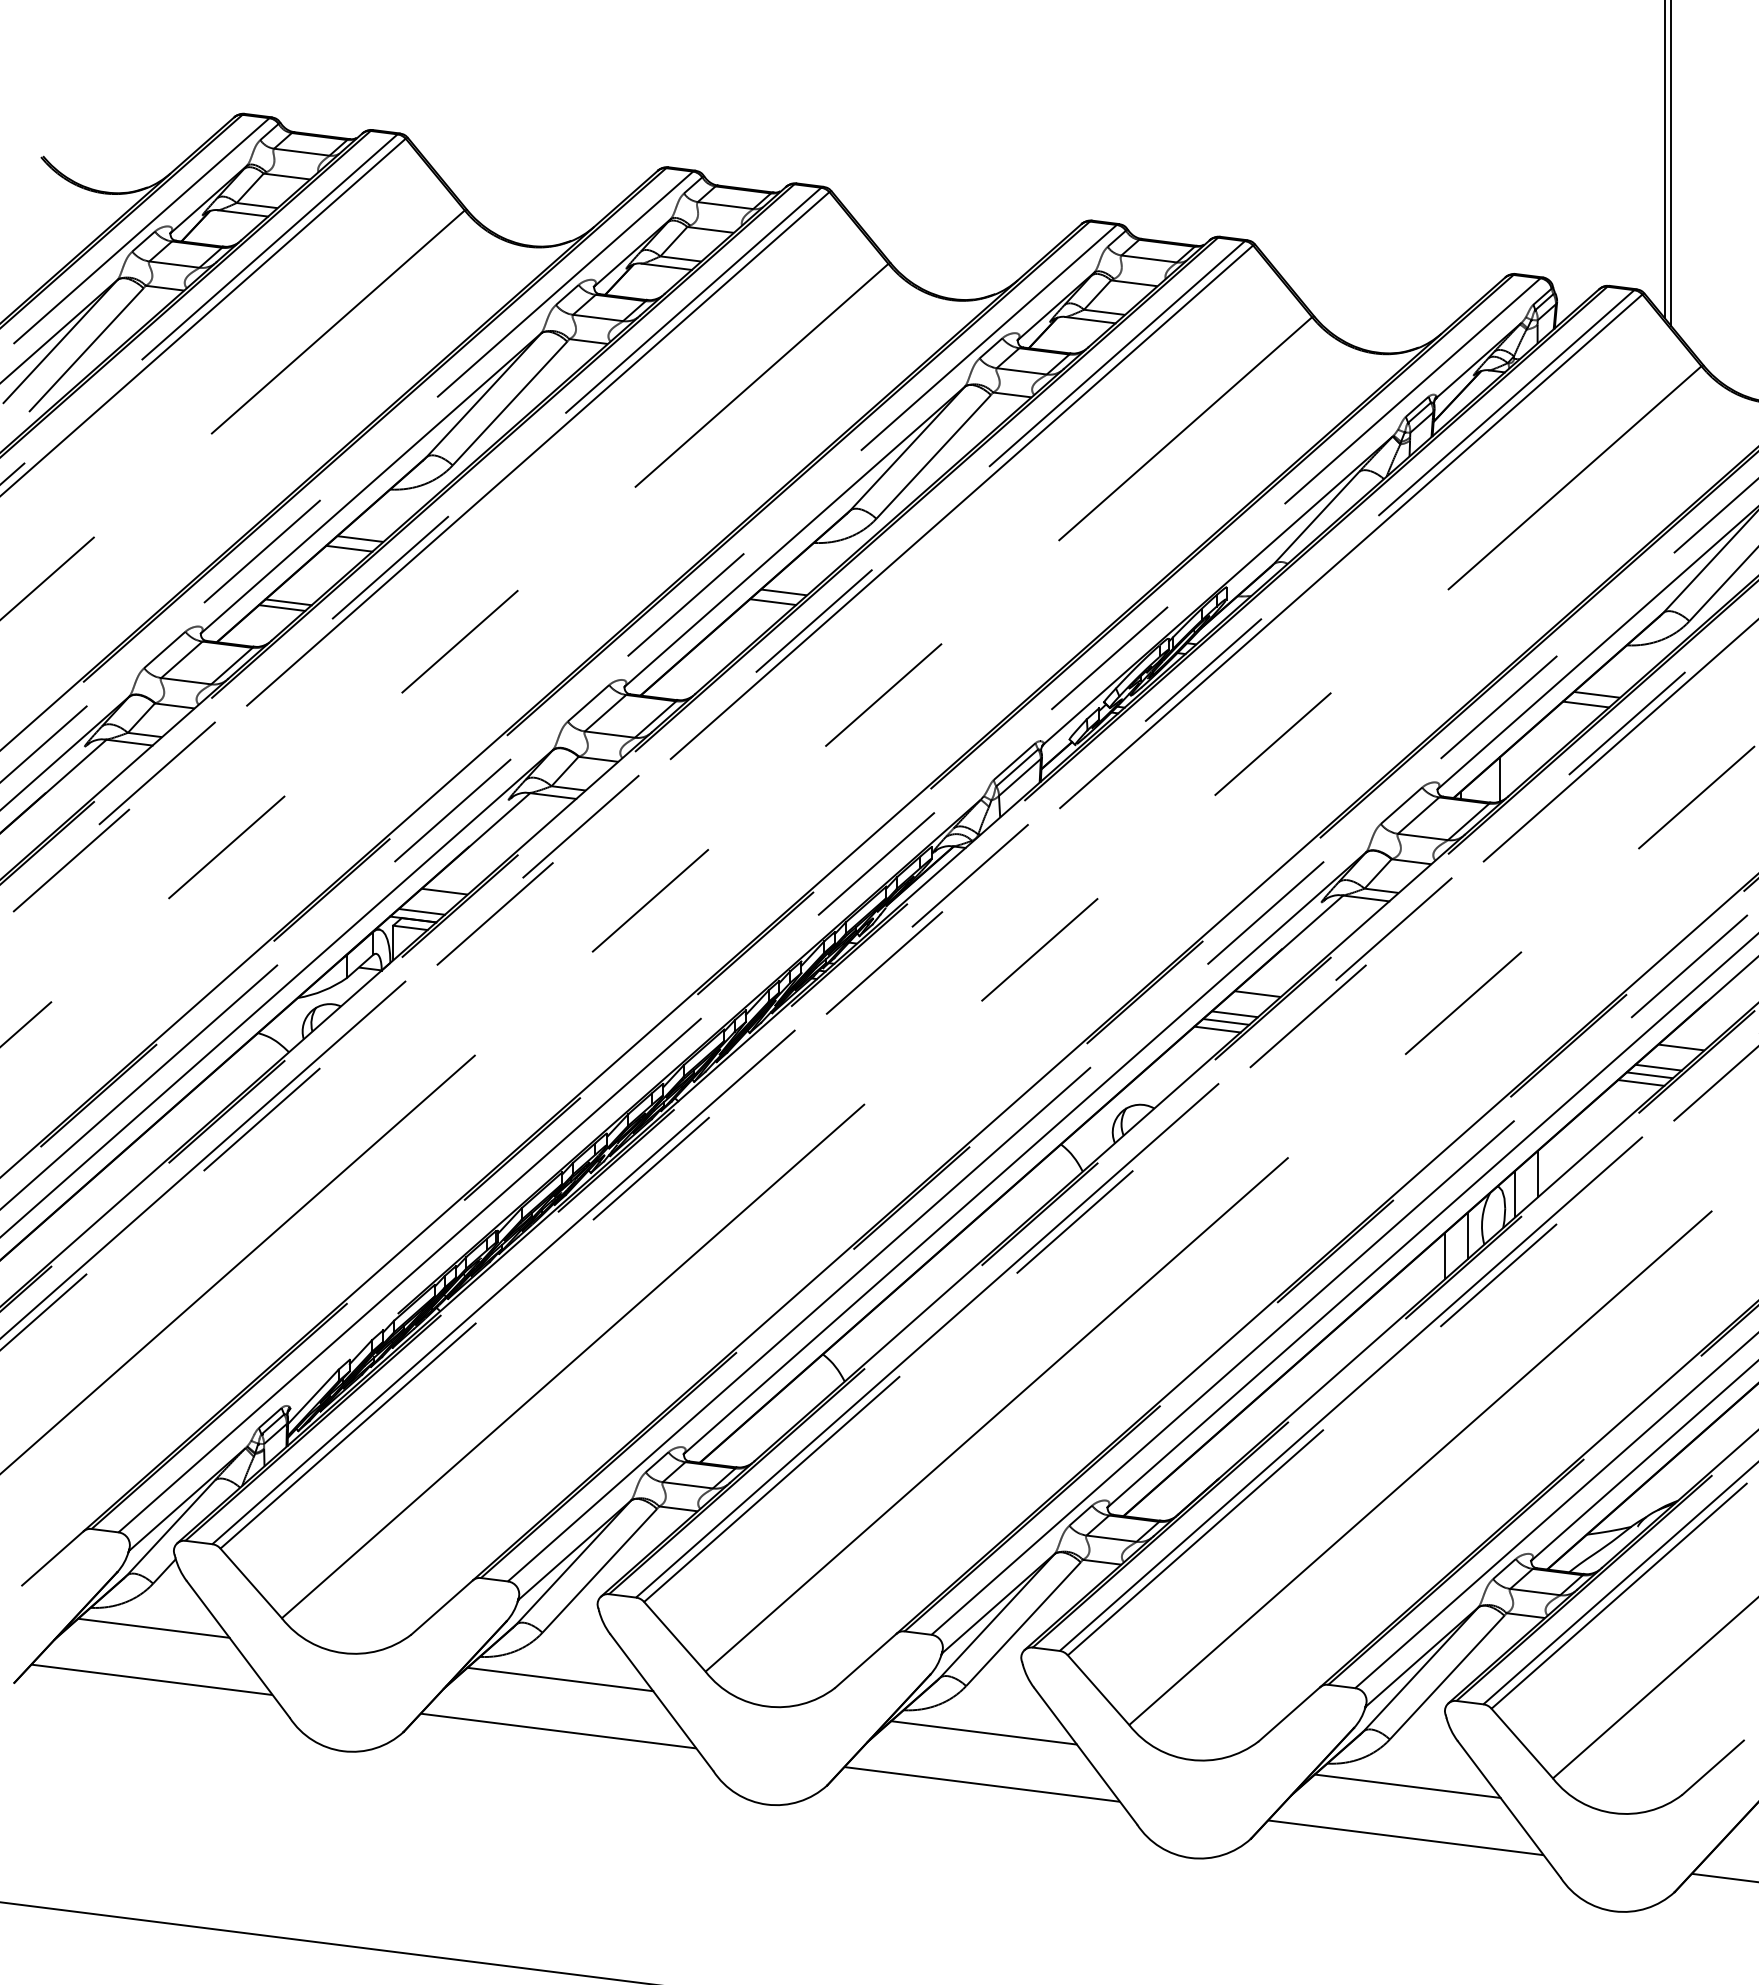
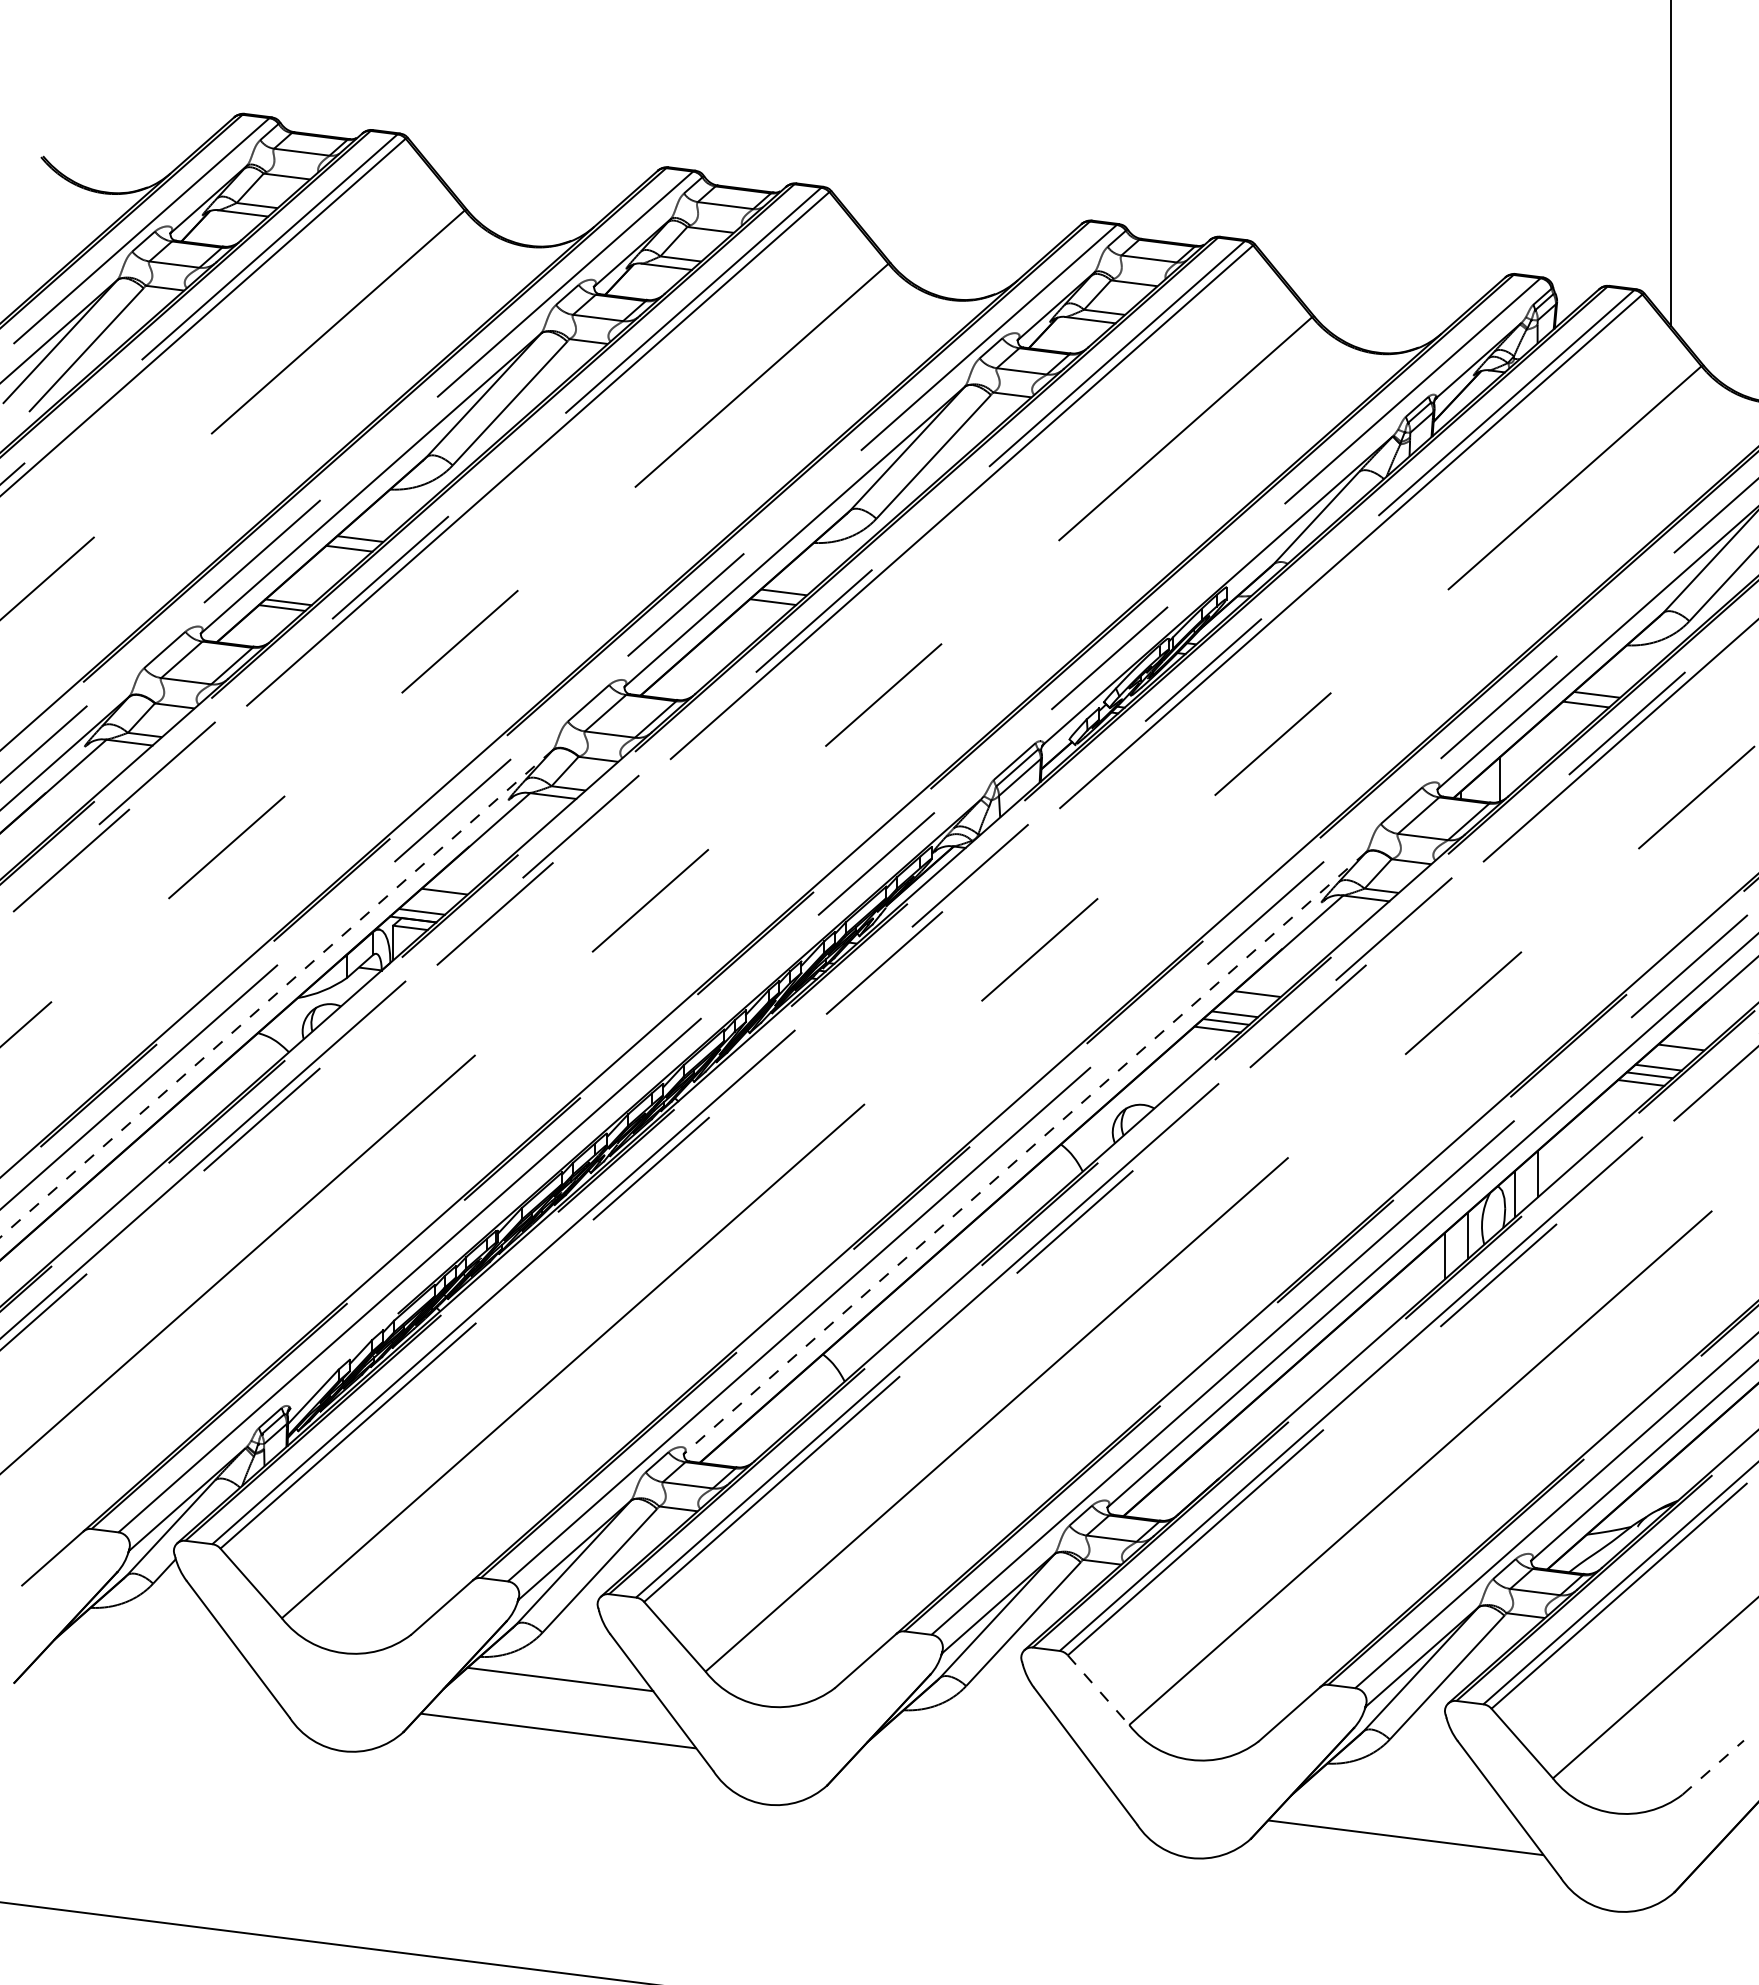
line at (1664, 159): present -> none
line at (276, 993): solid -> dashed
line at (1024, 1153): solid -> dashed
line at (153, 1627): present -> none
line at (151, 1679): present -> none
line at (1098, 1690): solid -> dashed
line at (983, 1732): present -> none
line at (1713, 1767): solid -> dashed
line at (982, 1784): present -> none
line at (1407, 1785): present -> none
line at (1723, 1877): present -> none
